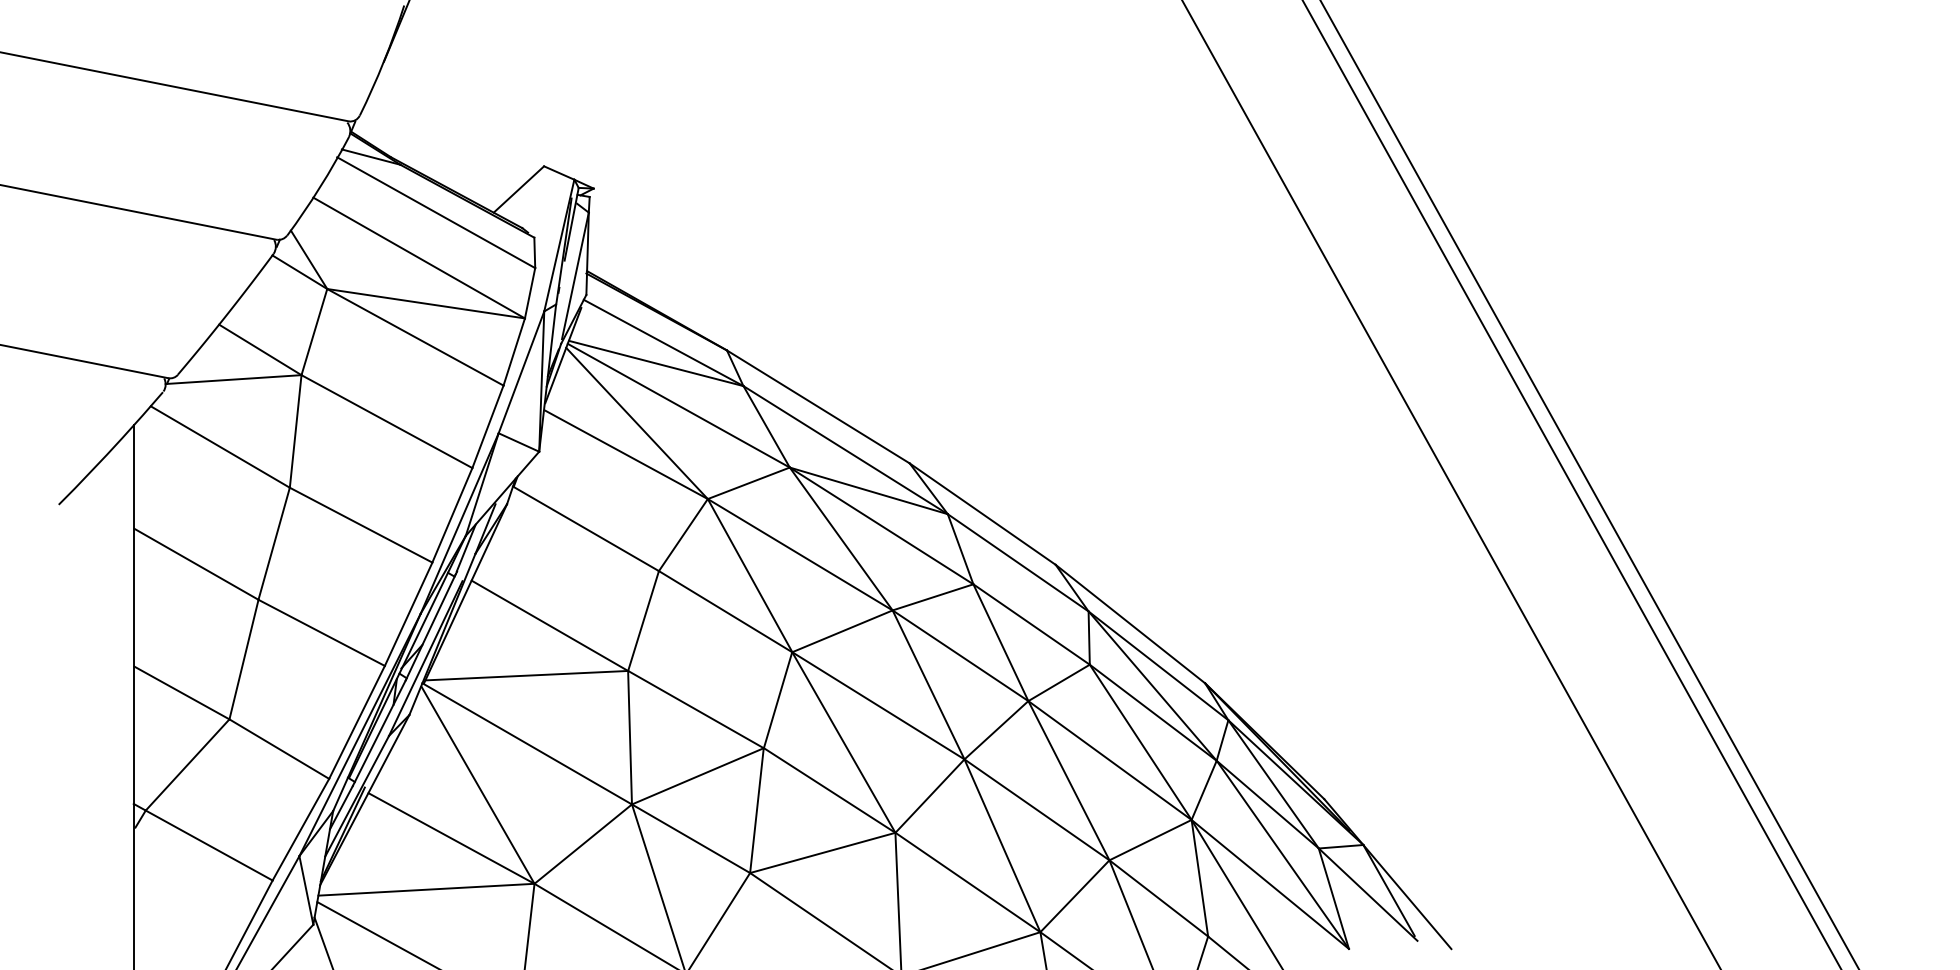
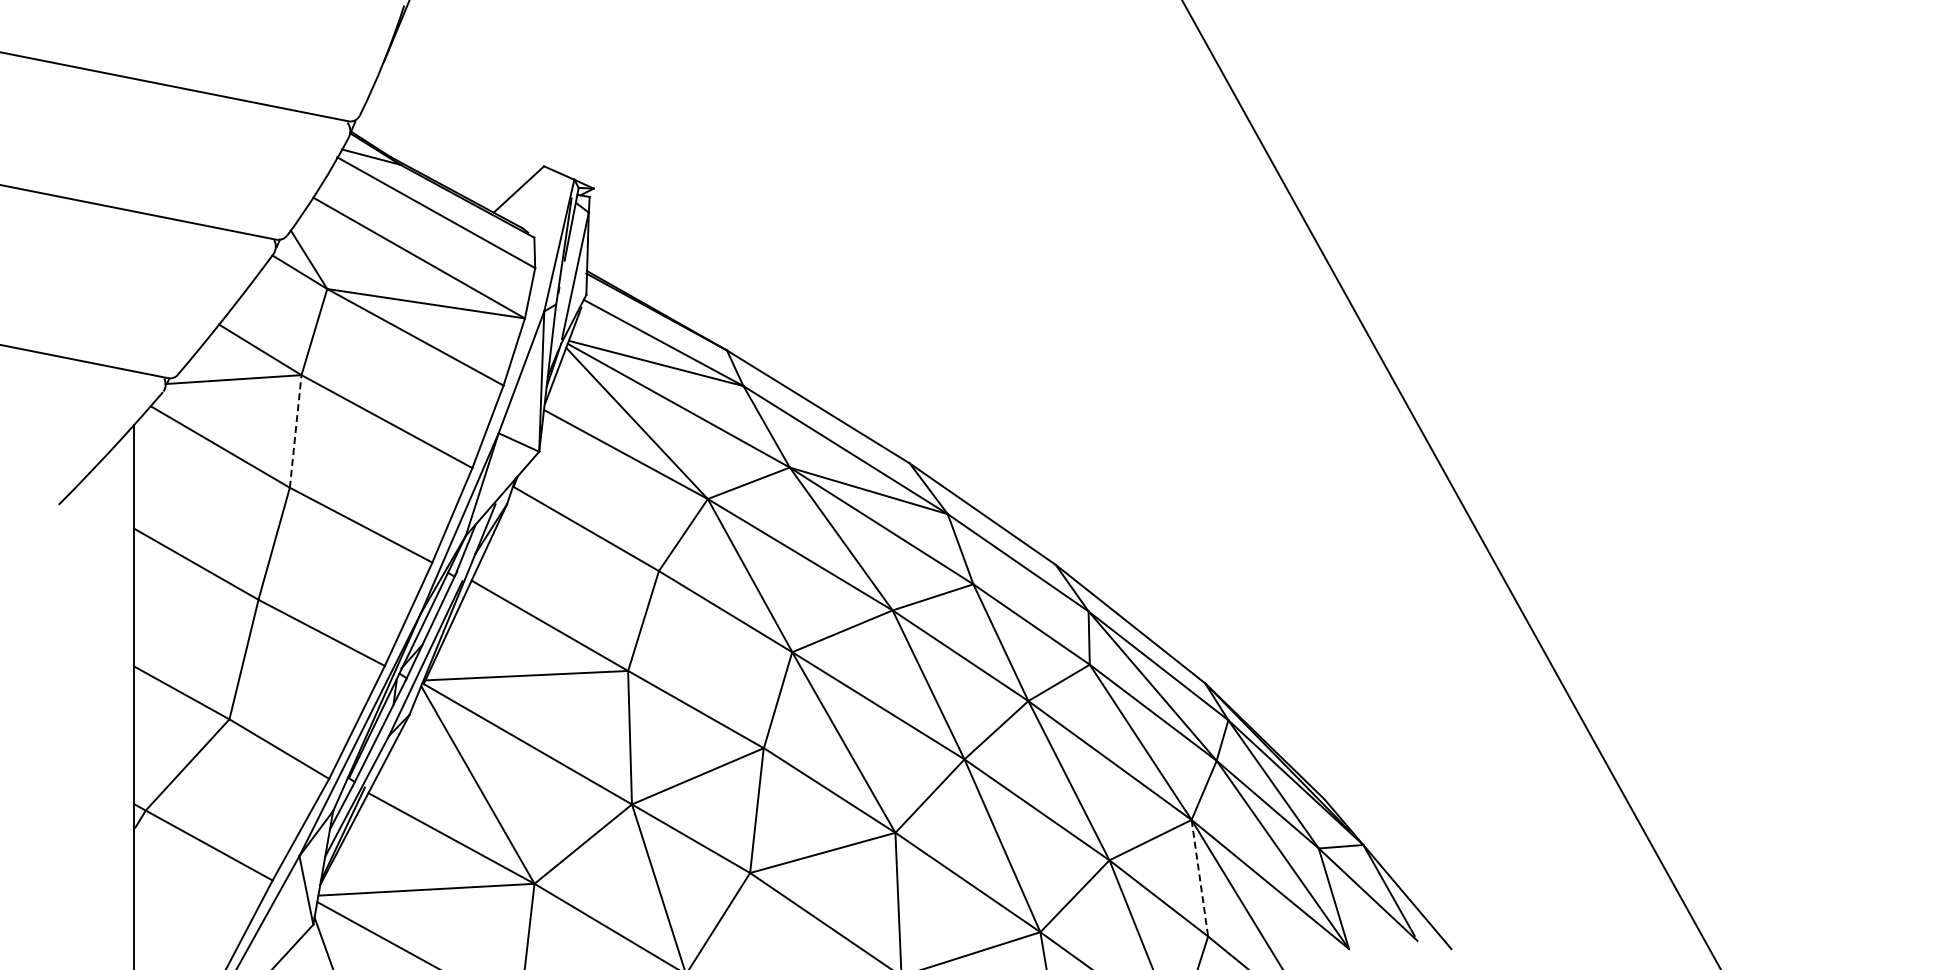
line at (295, 431): solid -> dashed
line at (1571, 484): present -> none
line at (1589, 484): present -> none
line at (1199, 878): solid -> dashed
